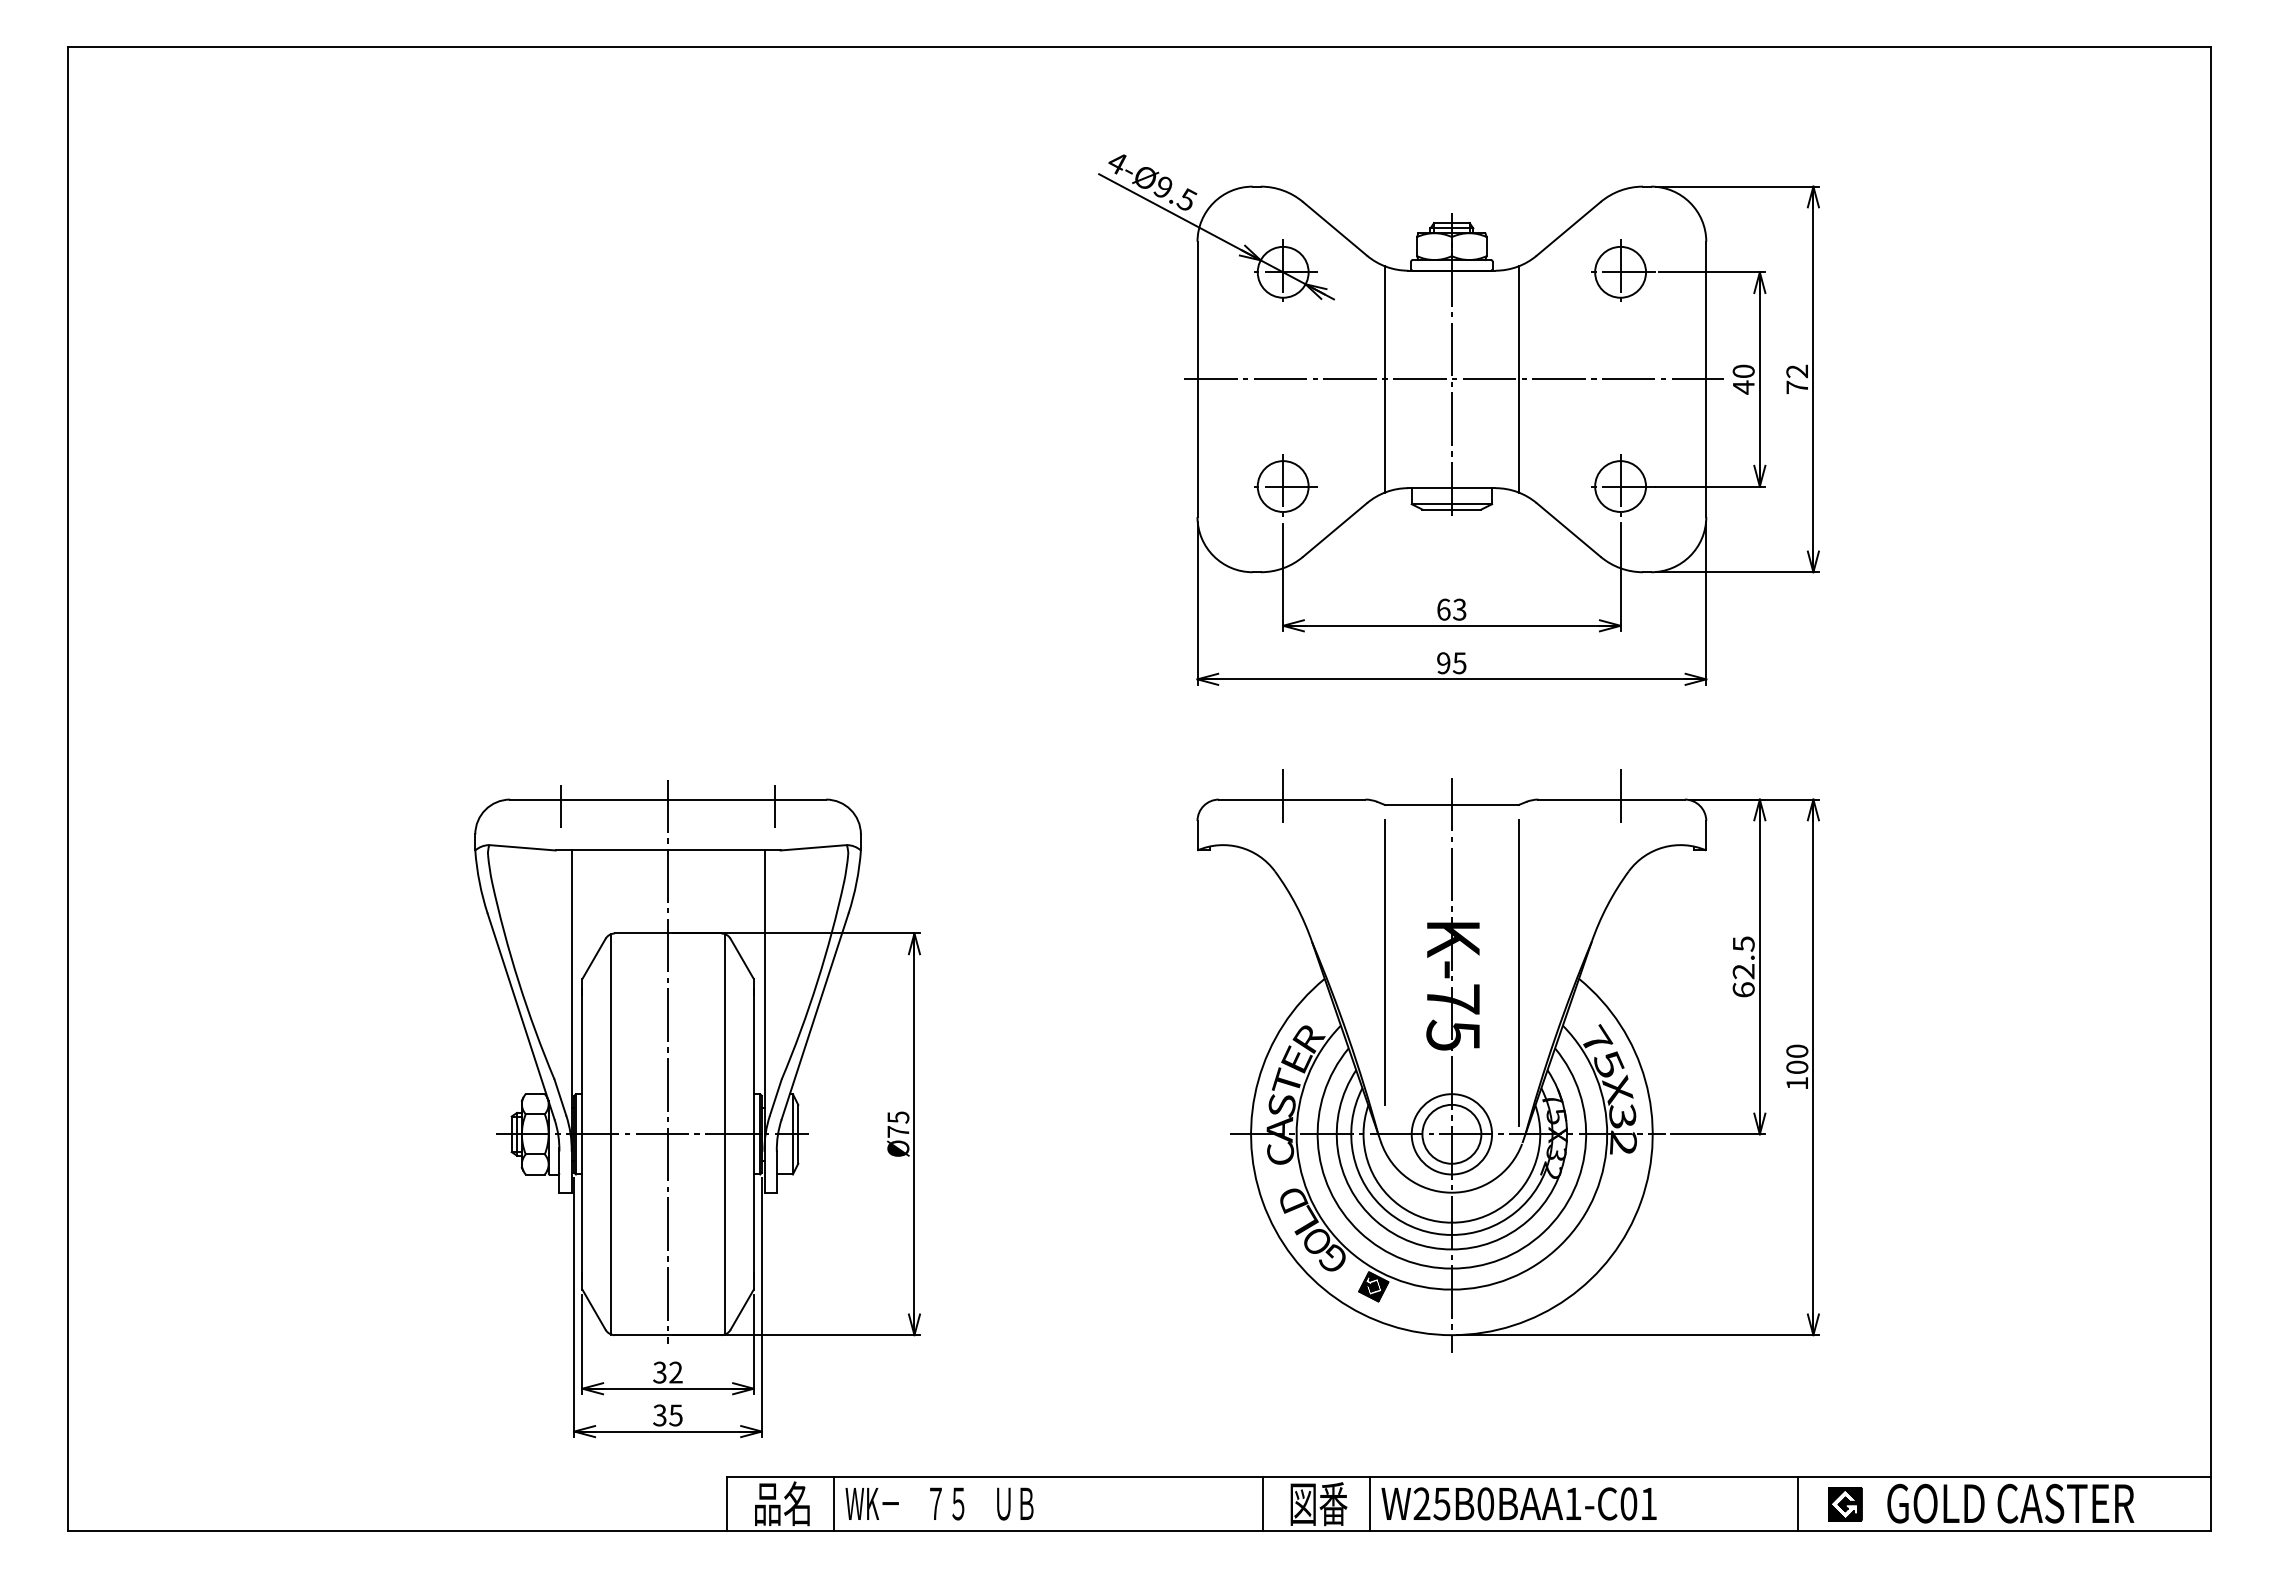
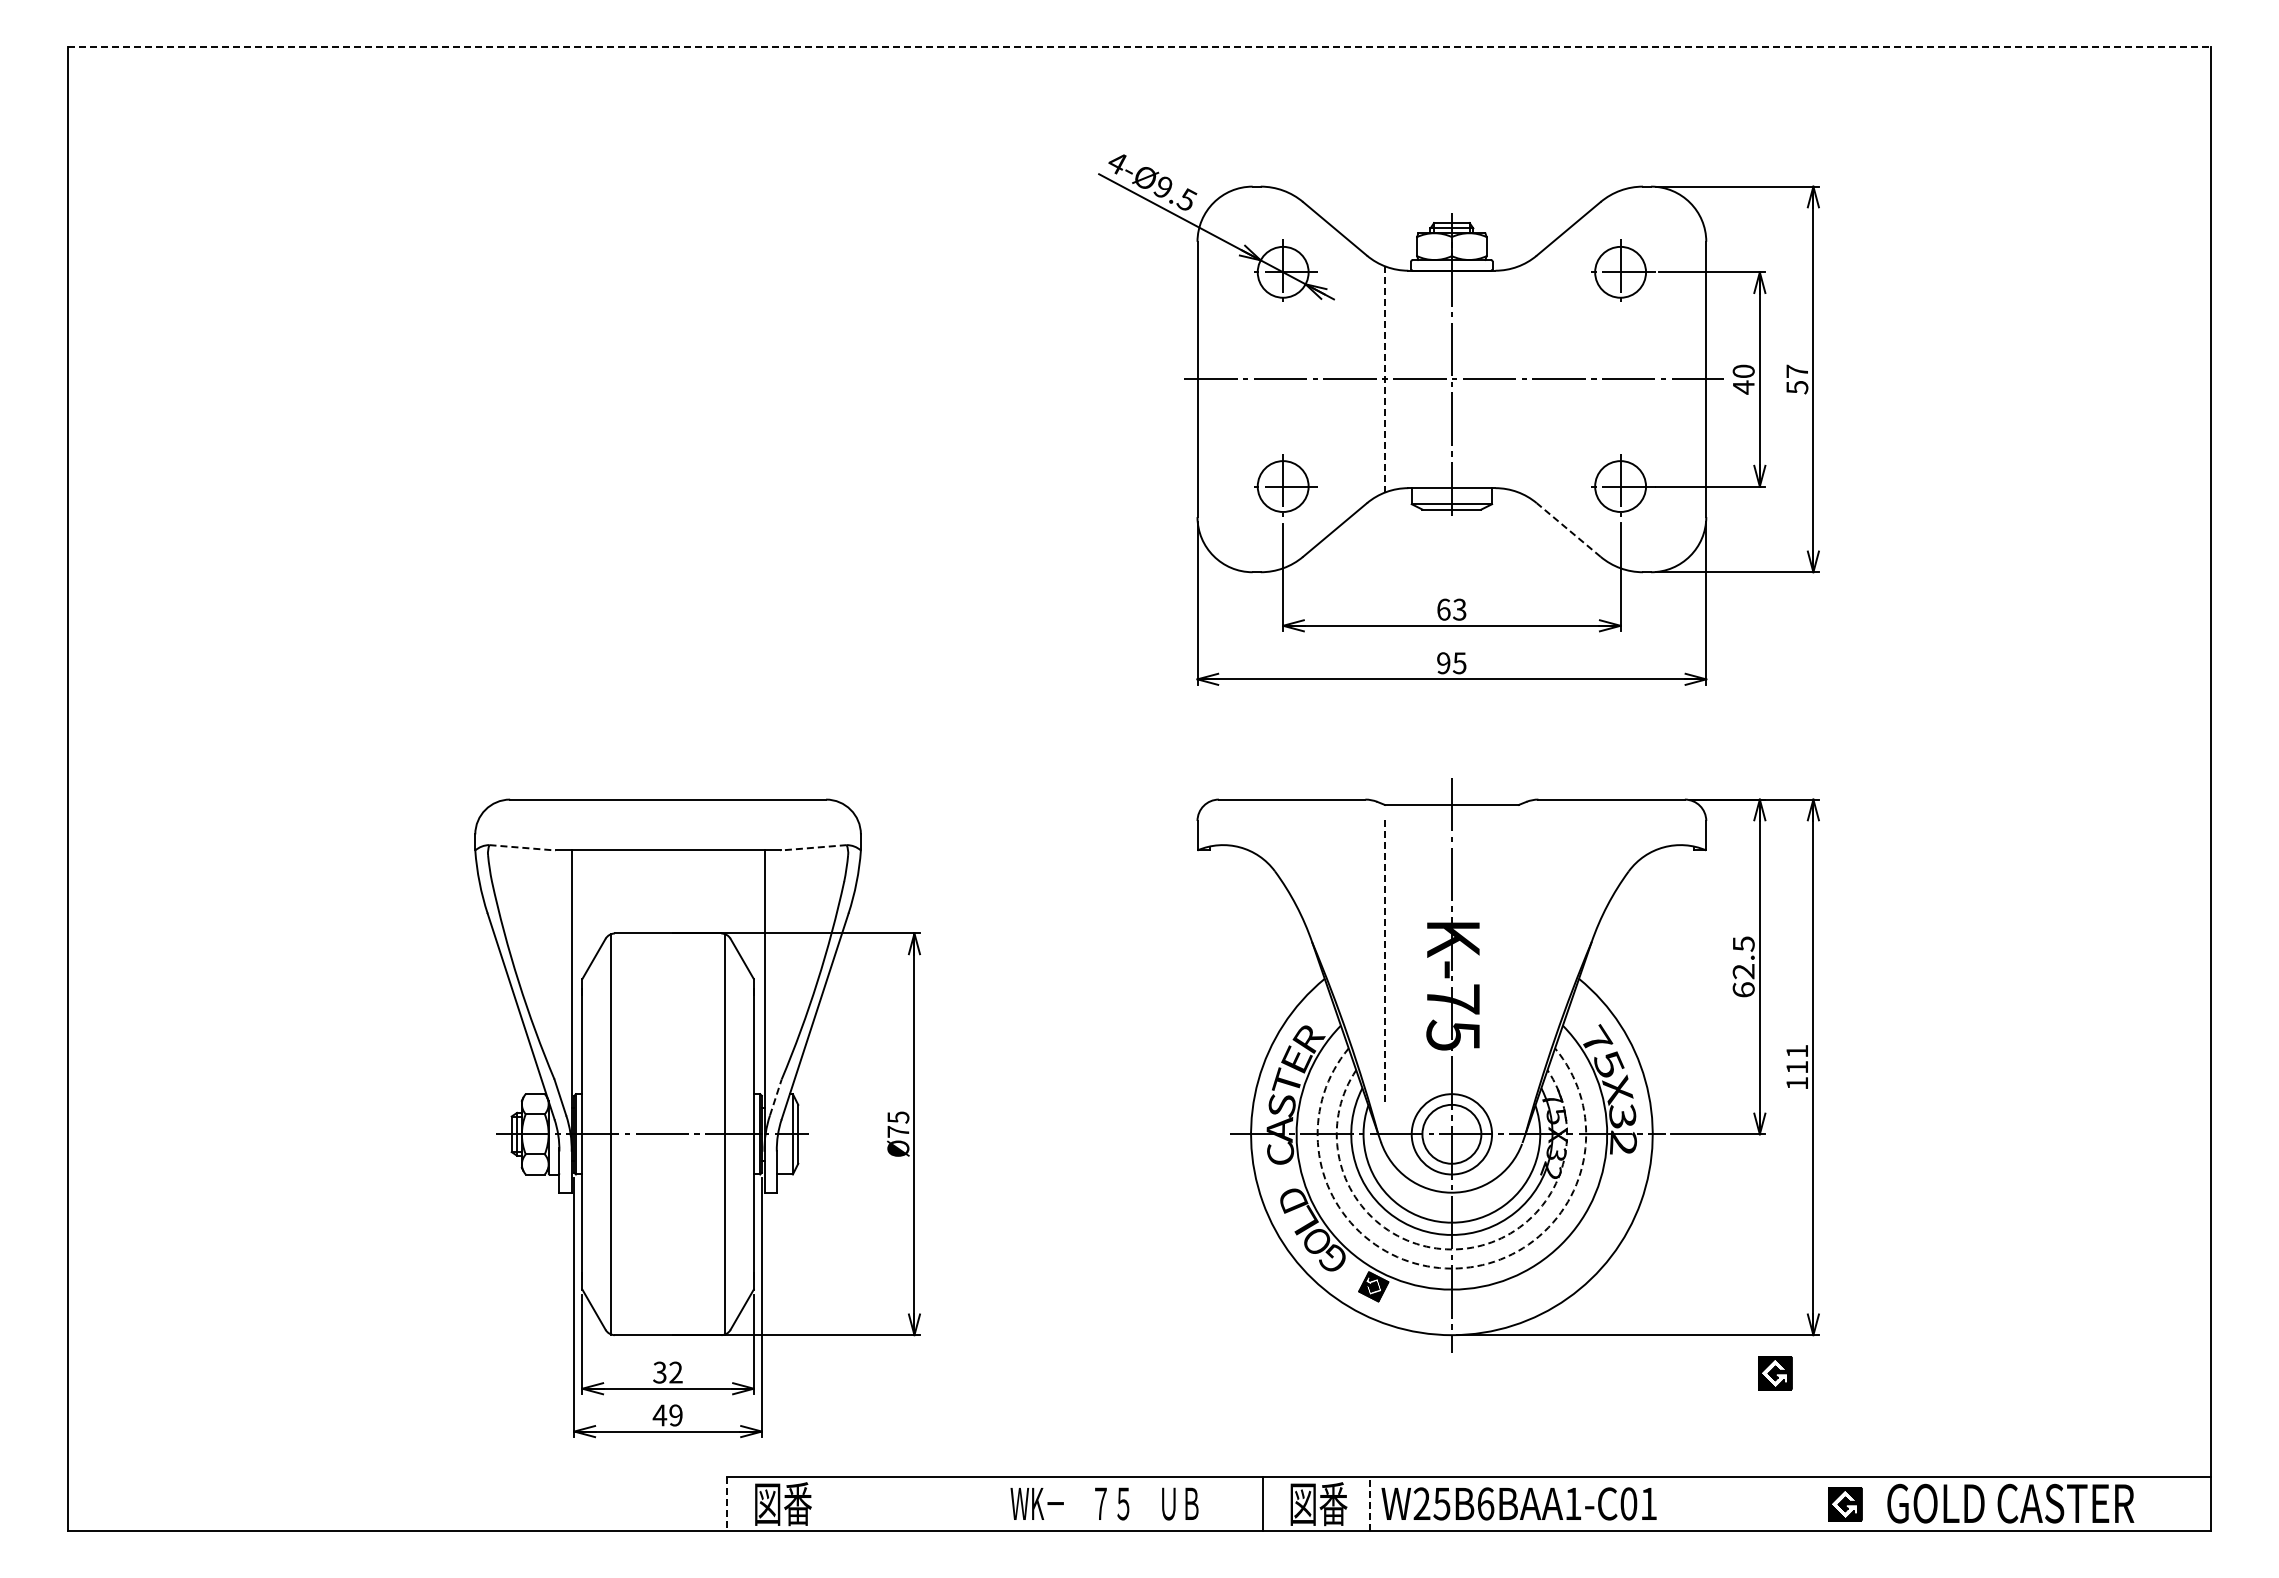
line at (1139, 47): solid -> dashed
line at (1384, 379): solid -> dashed
line at (1518, 379): present -> none
text at (1797, 379): 72 -> 57
line at (1568, 530): solid -> dashed
line at (1283, 798): present -> none
line at (1620, 798): present -> none
line at (561, 806): present -> none
line at (775, 806): present -> none
line at (523, 847): solid -> dashed
line at (813, 847): solid -> dashed
line at (1384, 962): solid -> dashed
line at (1518, 972): present -> none
text at (1797, 1058): 100 -> 111
line at (668, 1061): present -> none
line at (775, 1097): solid -> dashed
arc at (1451, 1249): solid -> dashed
arc at (1451, 1268): solid -> dashed
part at (1775, 1373): none -> present
text at (667, 1415): 35 -> 49
line at (727, 1503): solid -> dashed
text at (783, 1503): 品名 -> 図番
line at (834, 1503): present -> none
text at (939, 1503) position: (939, 1503) -> (1104, 1503)
line at (1369, 1503): solid -> dashed
text at (1485, 1503): W25B0BAA1-C01 -> W25B6BAA1-C01
line at (1798, 1503): present -> none
